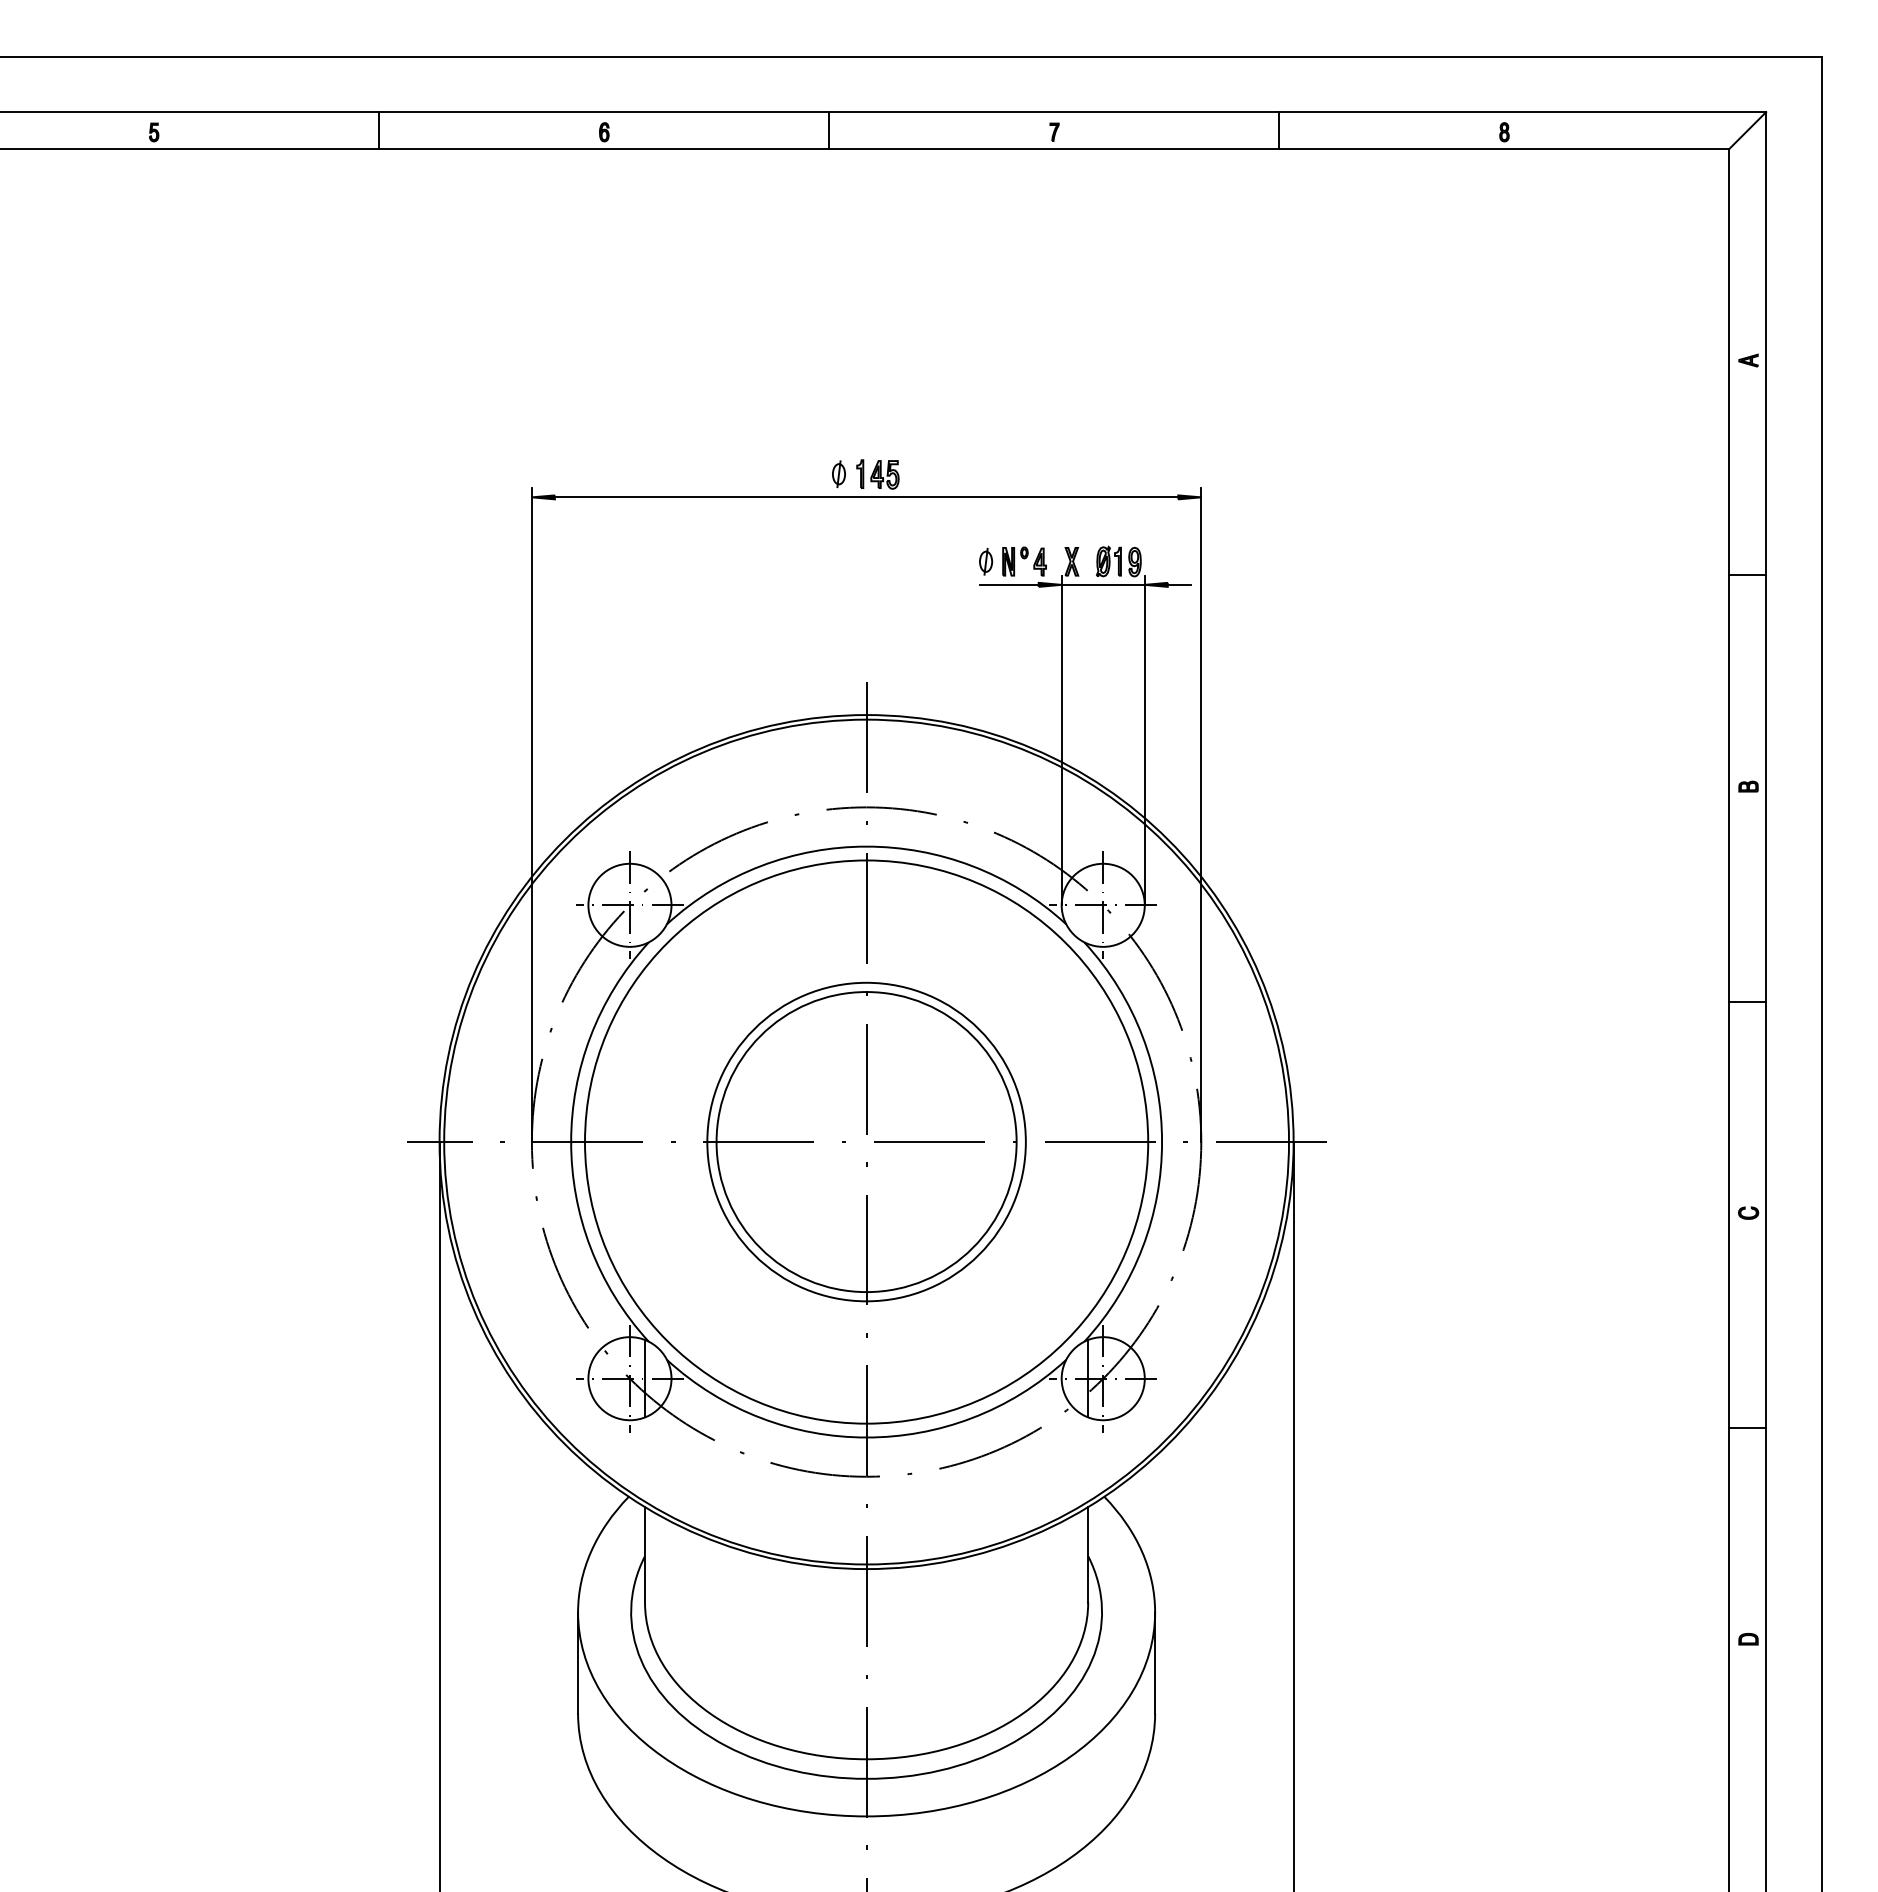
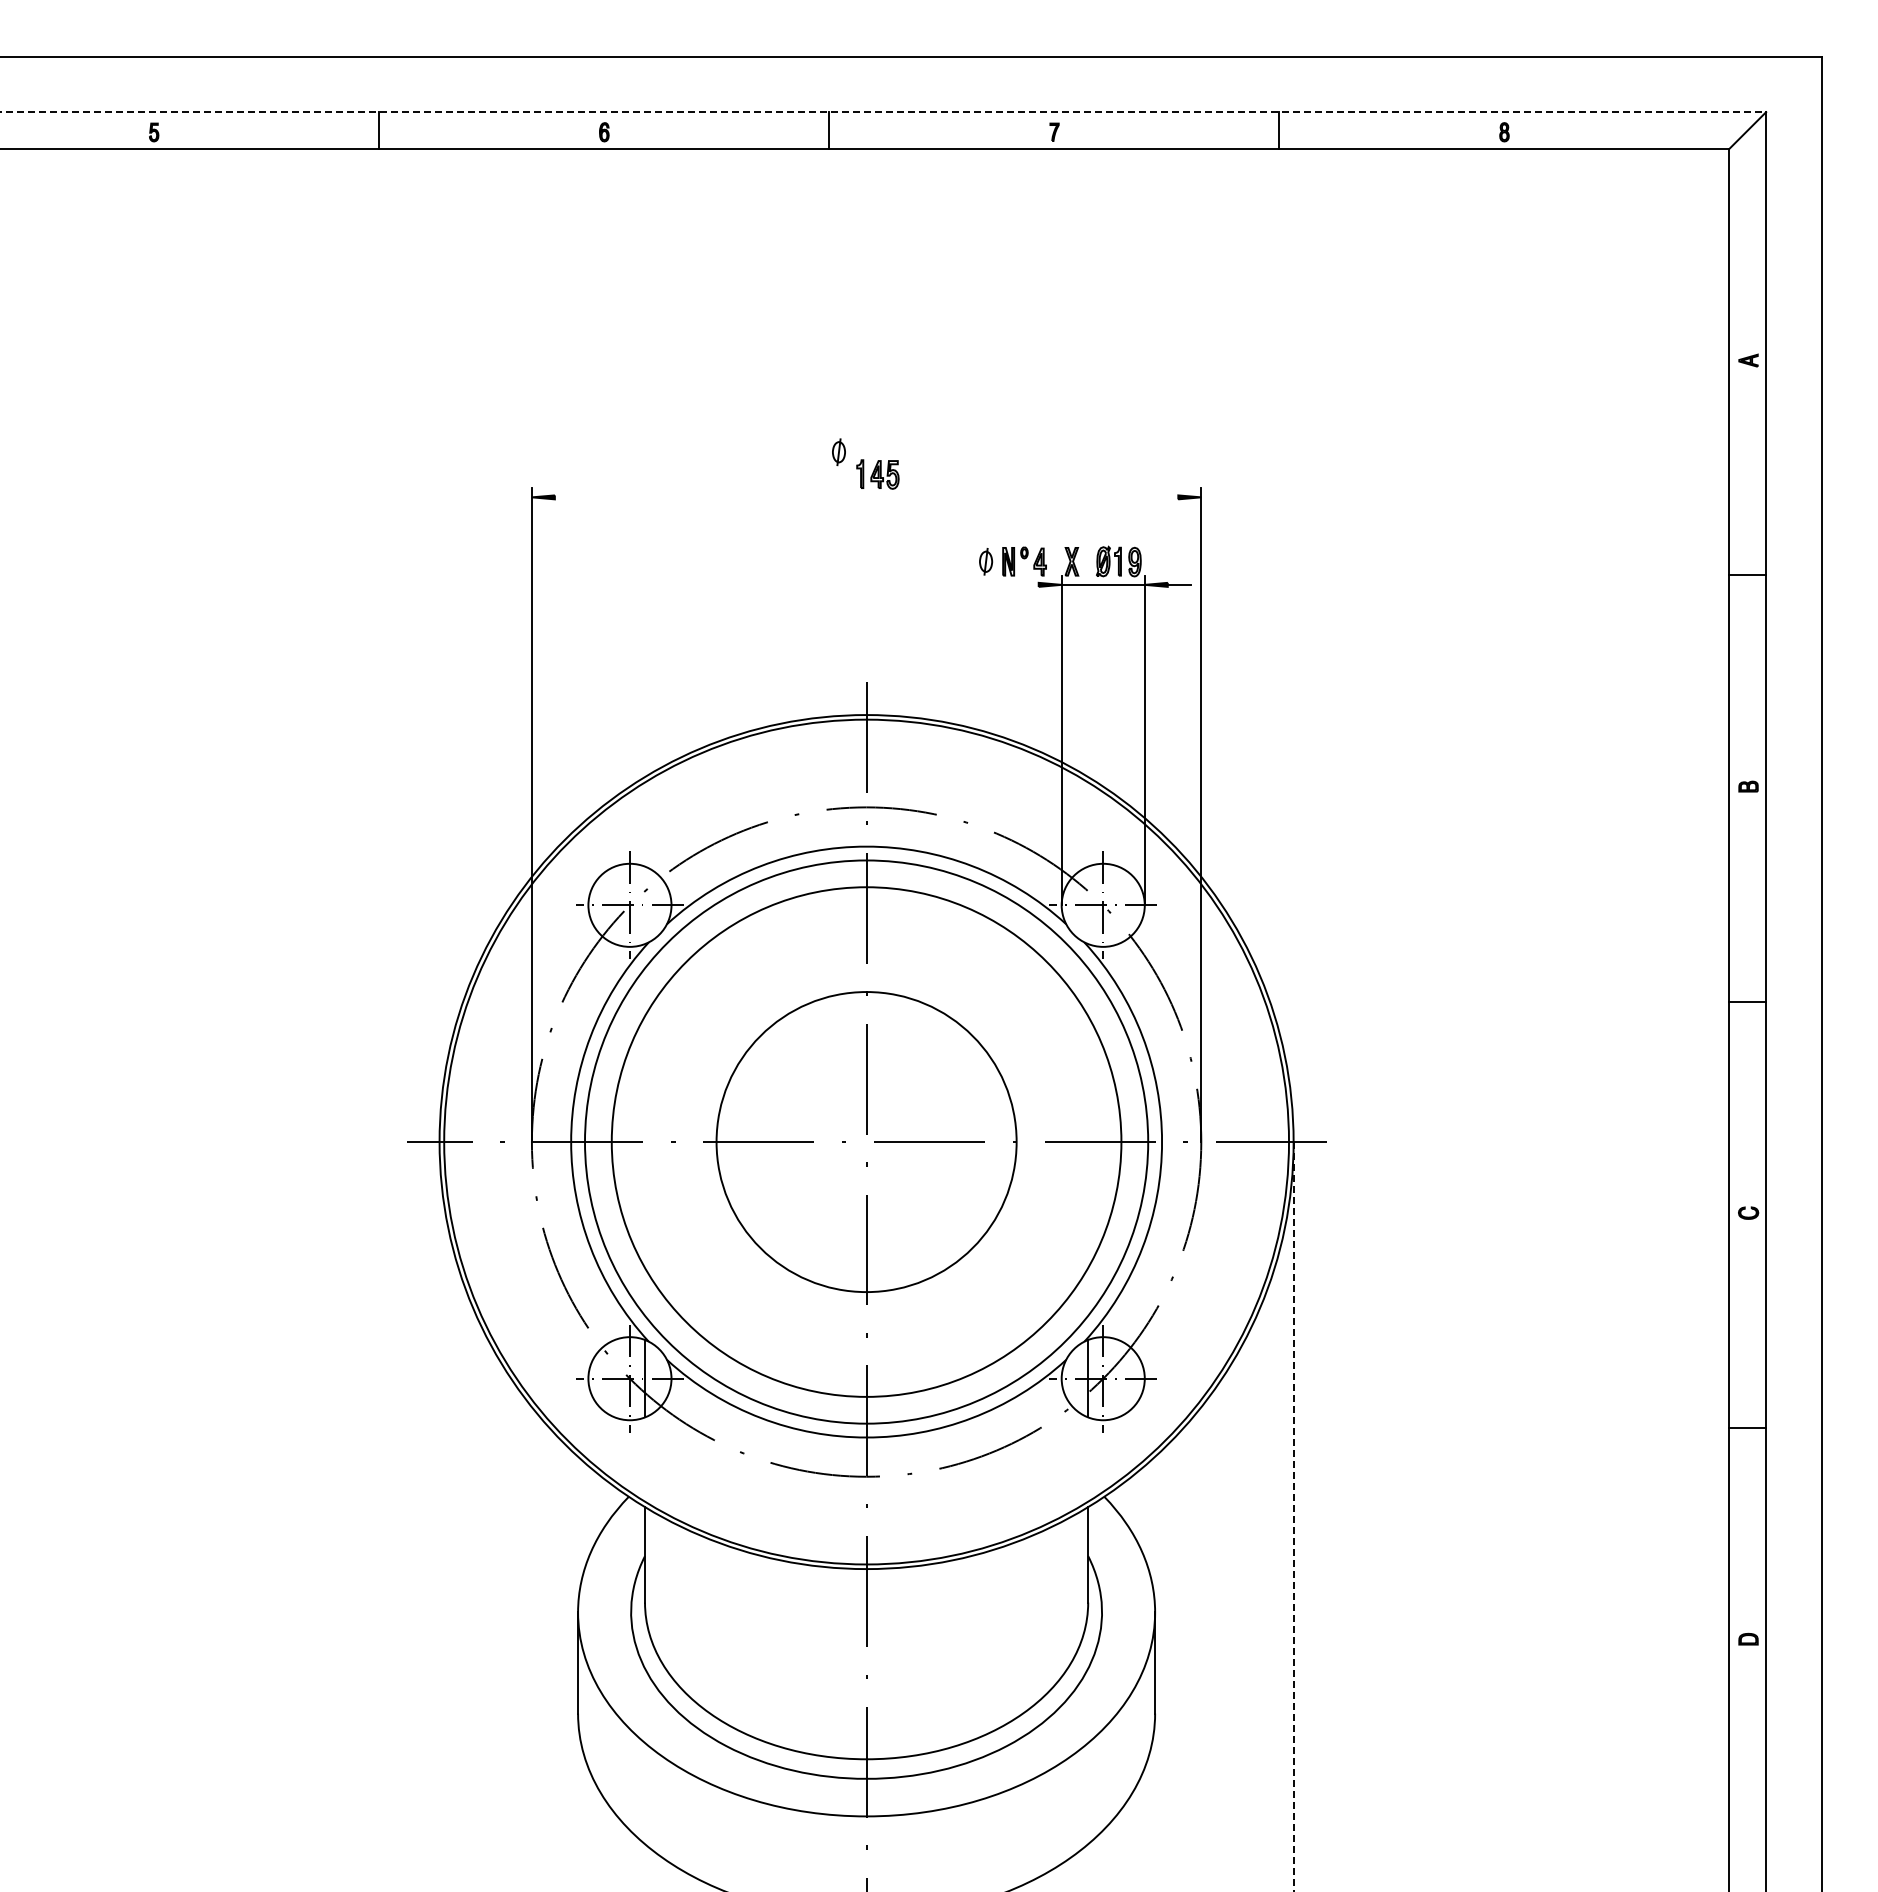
line at (883, 112): solid -> dashed
part at (838, 474) position: (838, 474) -> (838, 452)
line at (866, 497): present -> none
line at (1008, 584): present -> none
circle at (866, 1141) diameter: 319 px -> 510 px
line at (439, 1515): present -> none
line at (1293, 1516): solid -> dashed
